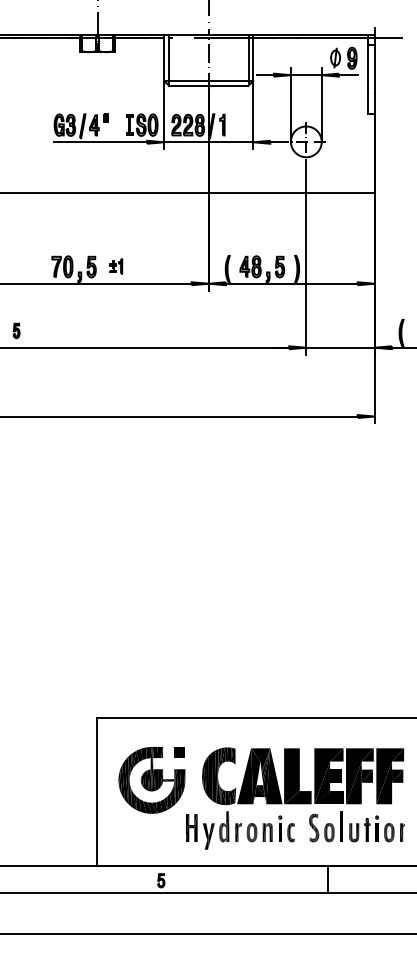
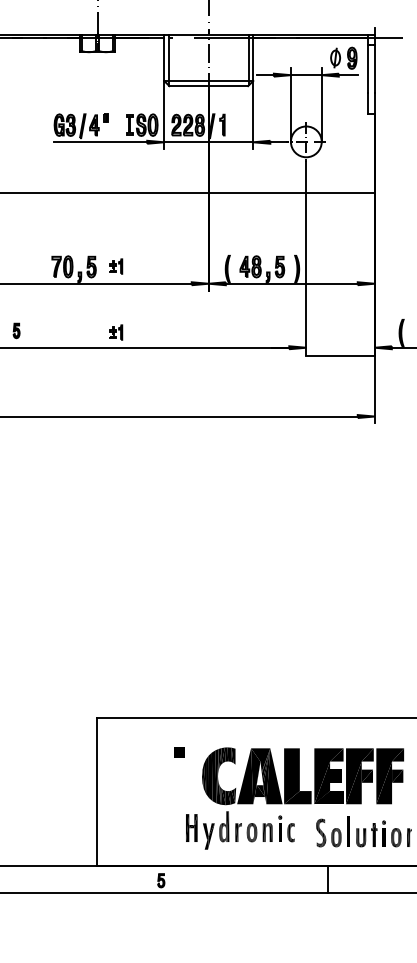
part at (116, 332): none -> present
line at (340, 347) position: (340, 347) -> (340, 355)
part at (151, 780): present -> none
part at (356, 826) position: (356, 826) -> (363, 831)
line at (207, 934): present -> none
